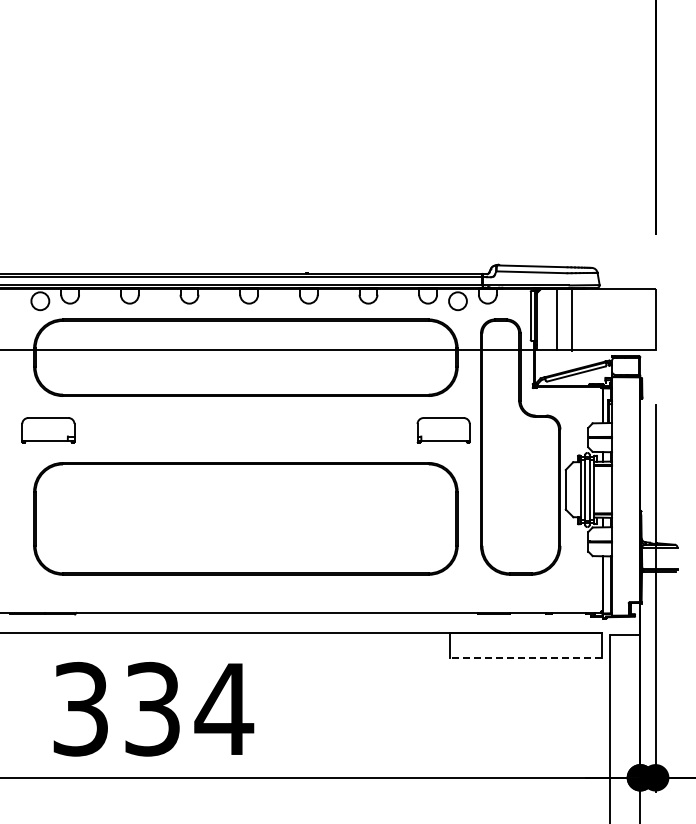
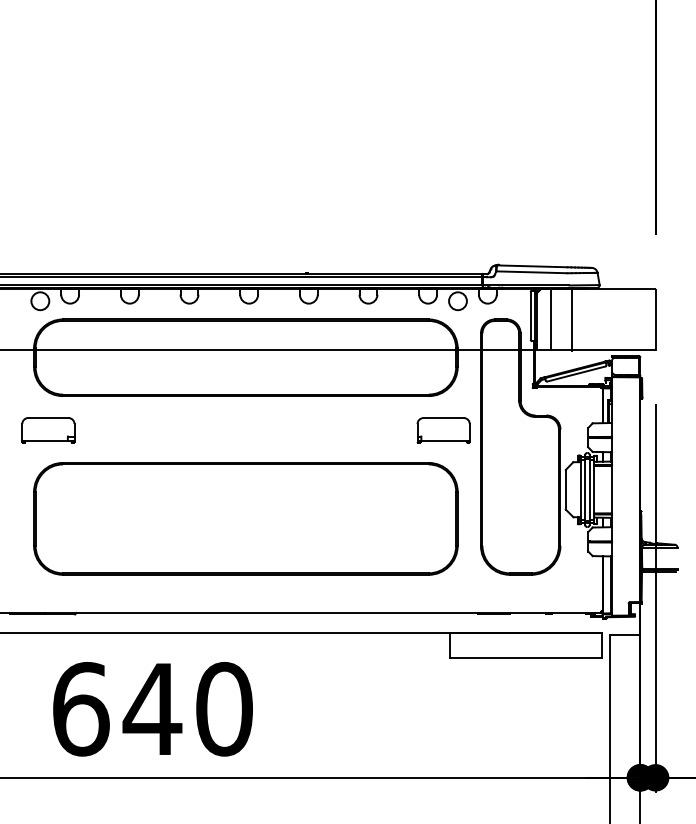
line at (556, 319) position: (556, 319) -> (550, 319)
line at (525, 657): dashed -> solid
text at (153, 708): 334 -> 640
